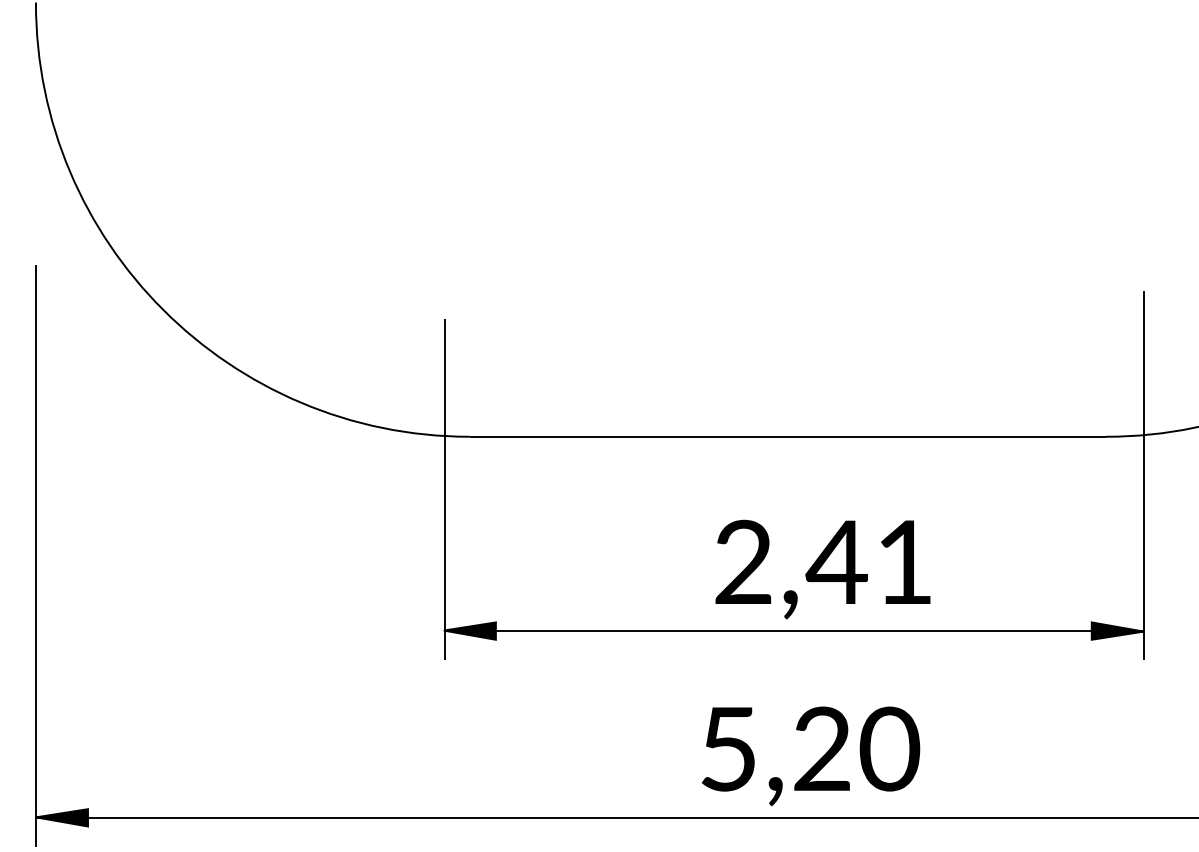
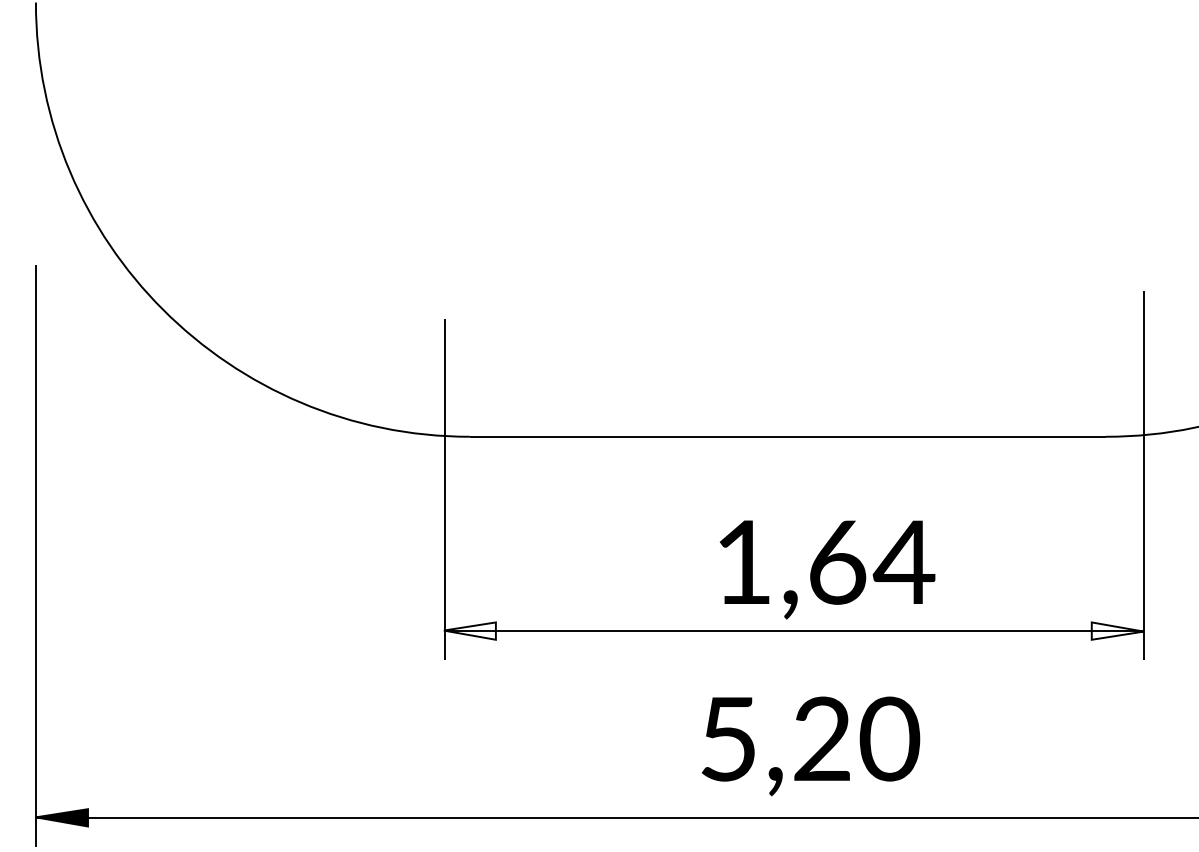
text at (825, 561): 2,41 -> 1,64
fill at (469, 630): present -> none
fill at (1117, 630): present -> none
text at (810, 756) position: (810, 756) -> (810, 746)
